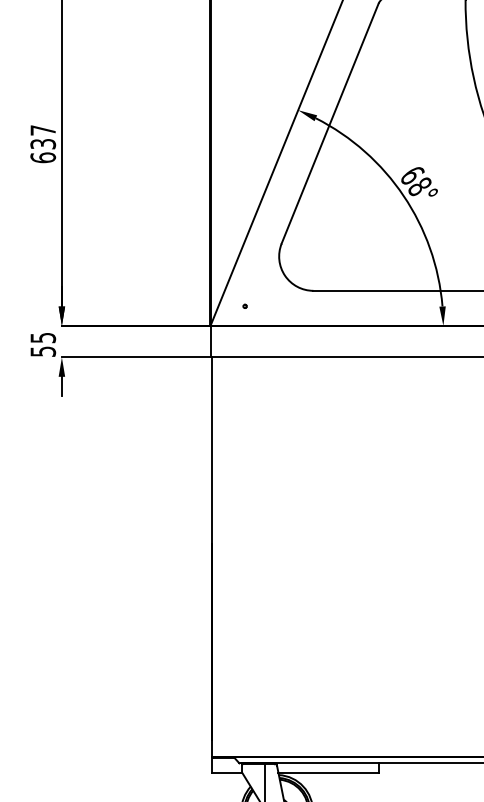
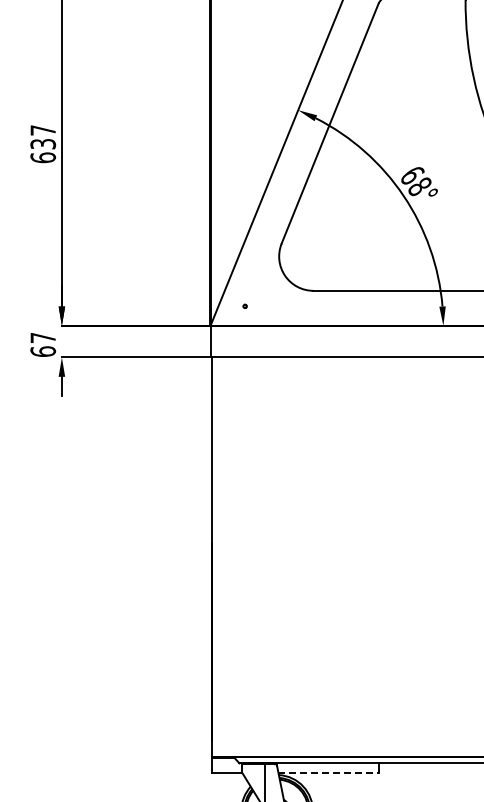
text at (43, 344): 55 -> 67
line at (329, 772): solid -> dashed
